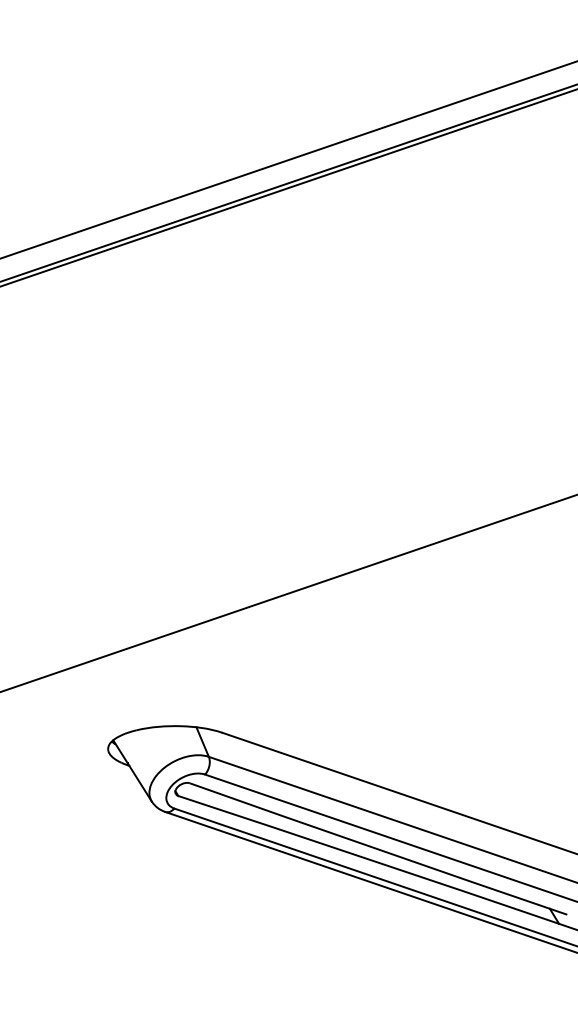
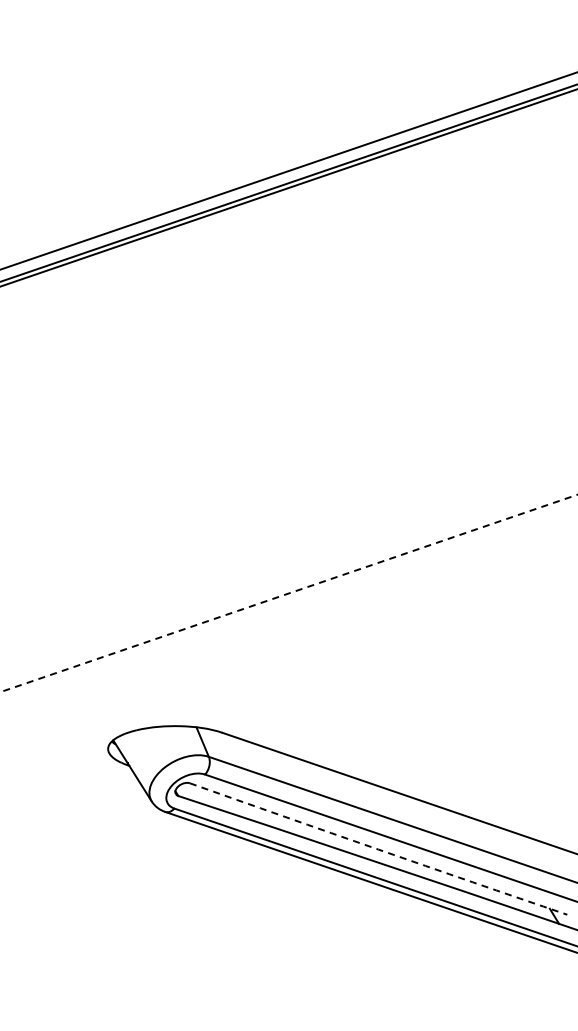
line at (288, 160) position: (288, 160) -> (288, 171)
line at (289, 593): solid -> dashed
arc at (378, 849): solid -> dashed
